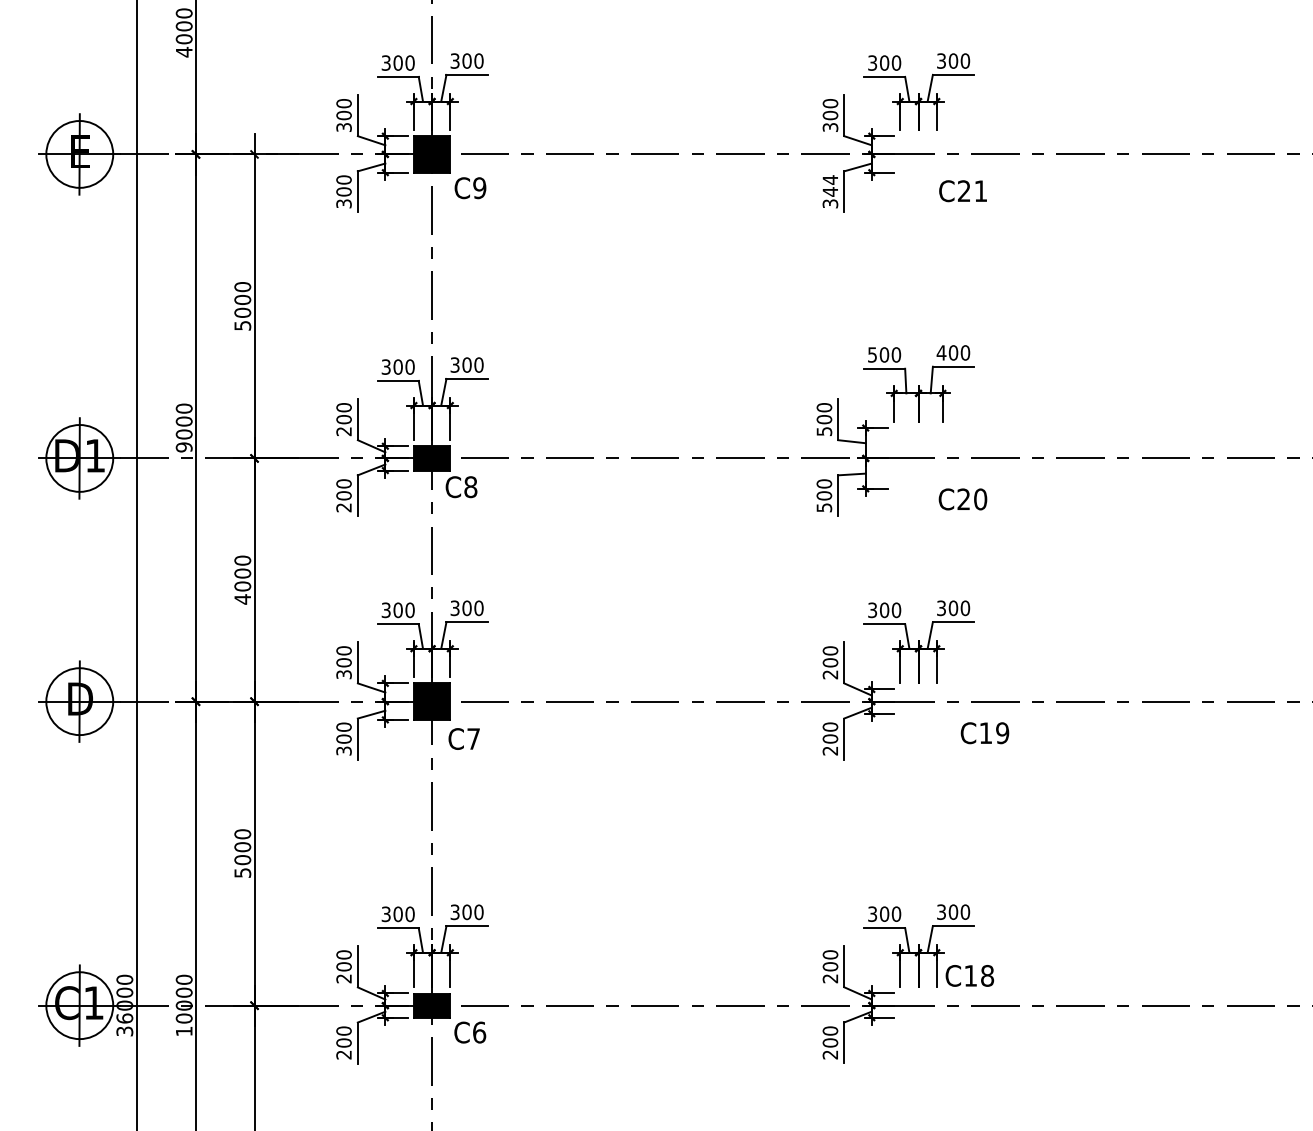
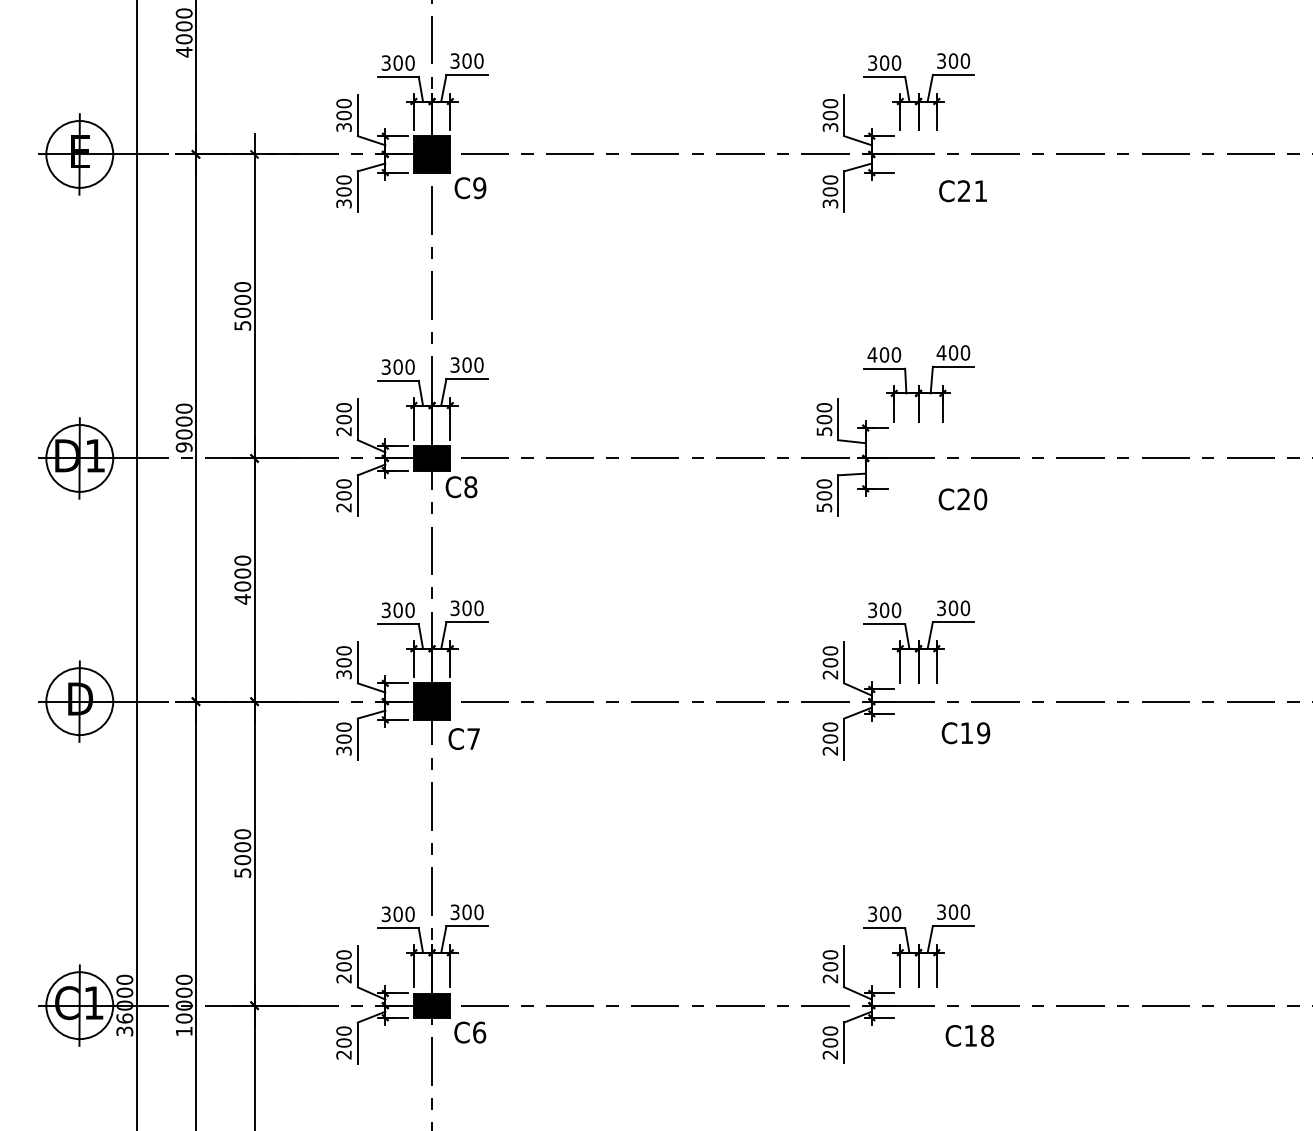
text at (830, 185): 344 -> 300
text at (872, 354): 500 -> 400
text at (984, 733) position: (984, 733) -> (965, 733)
text at (969, 975) position: (969, 975) -> (969, 1035)
